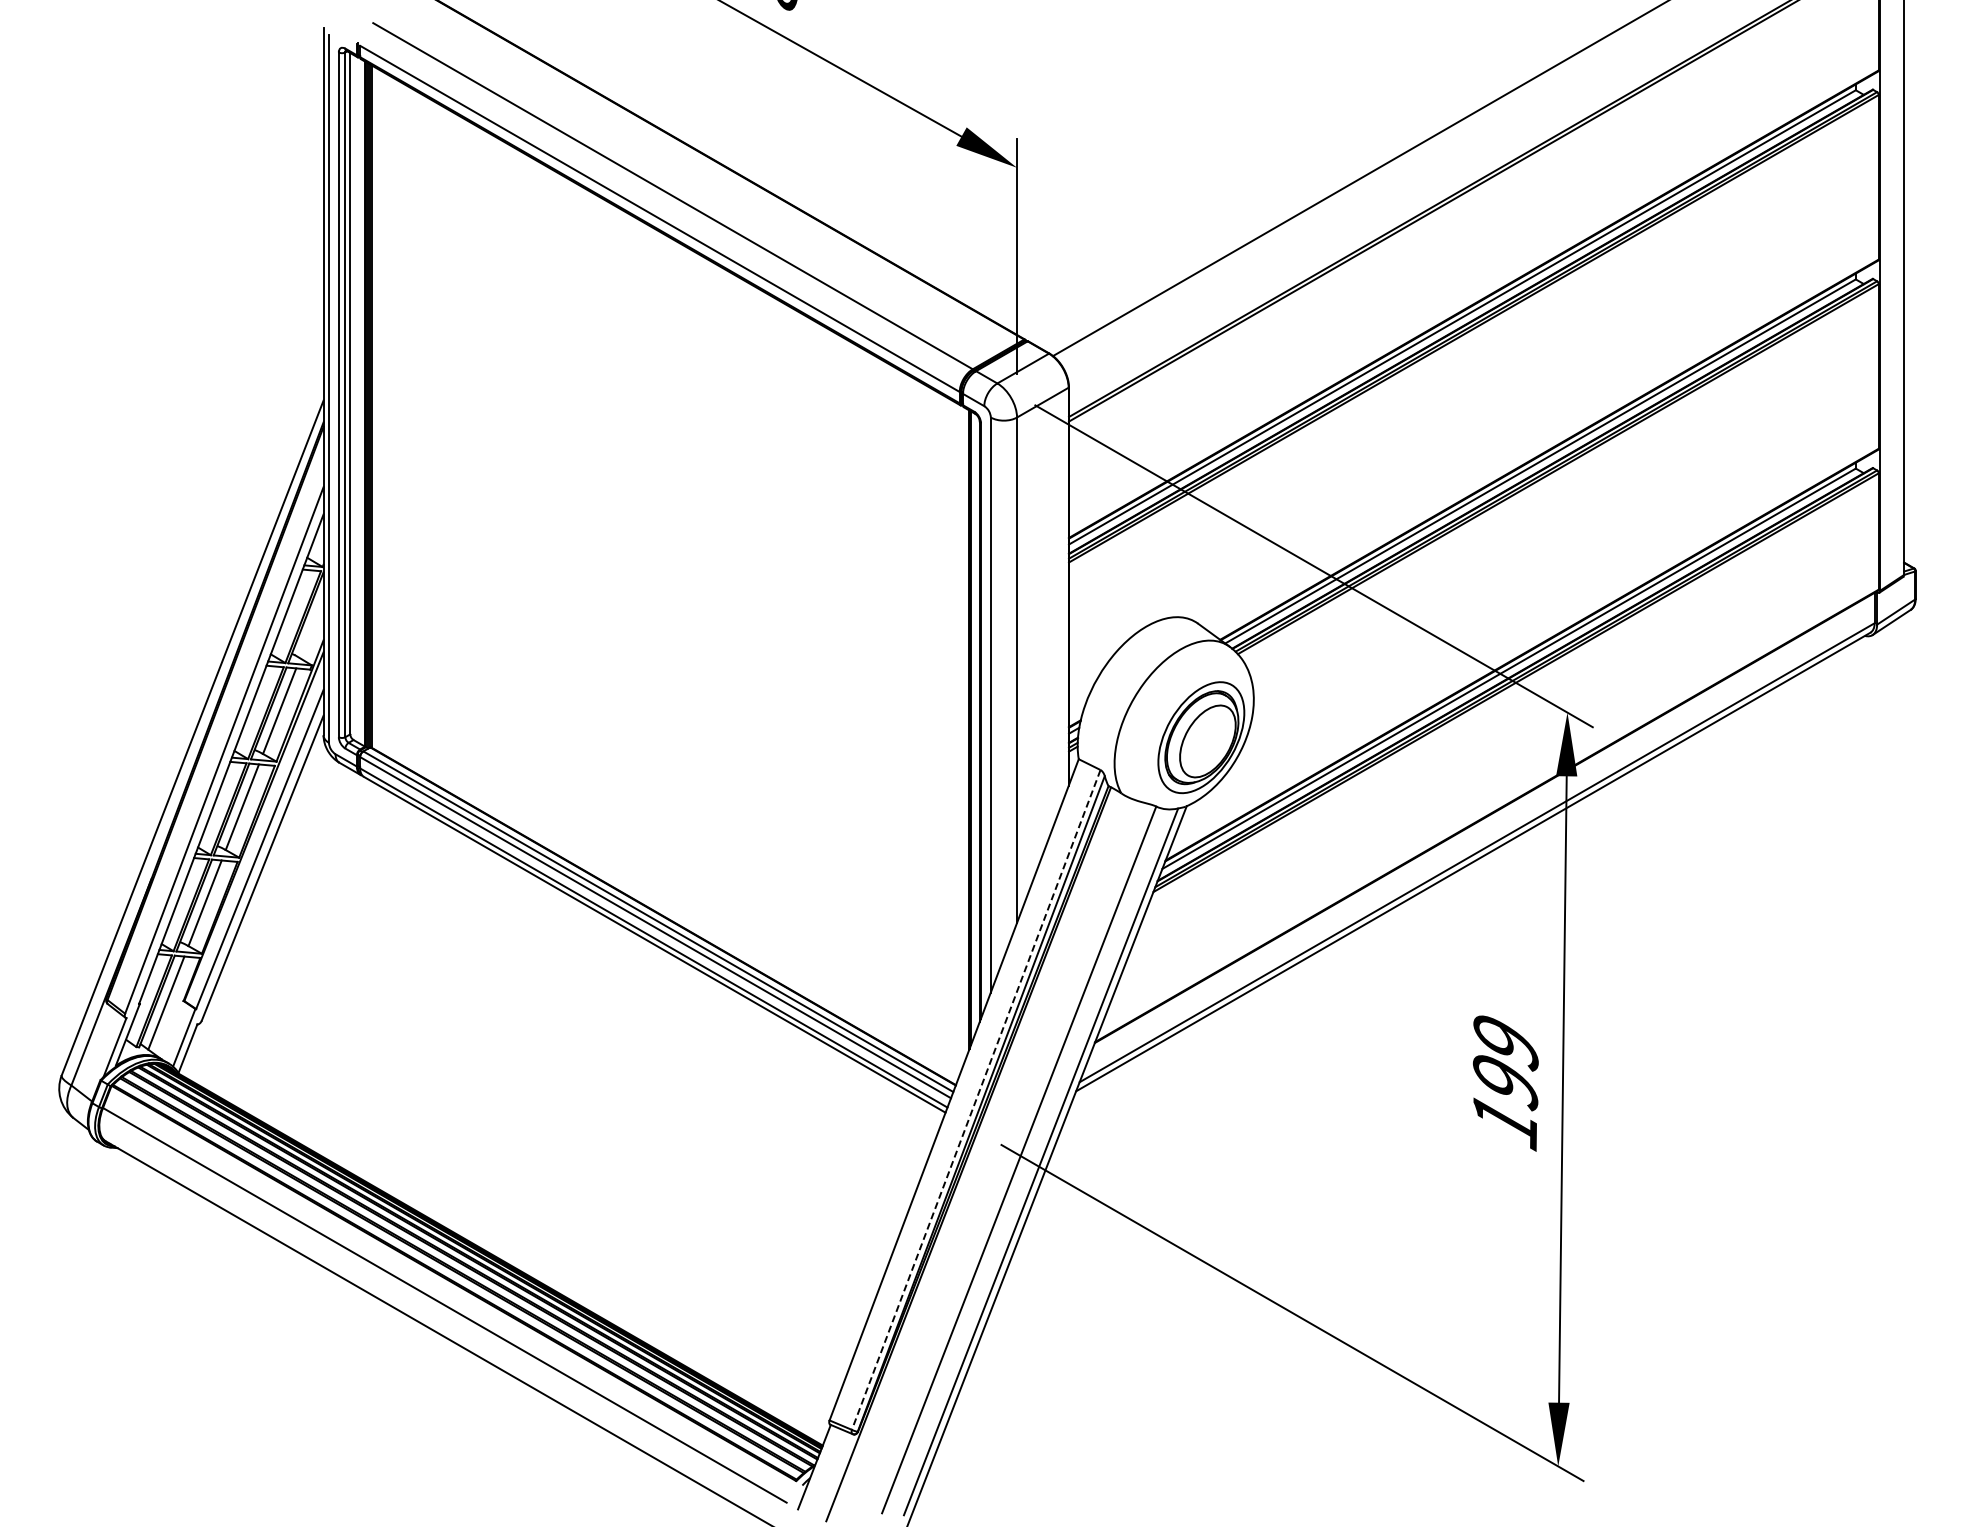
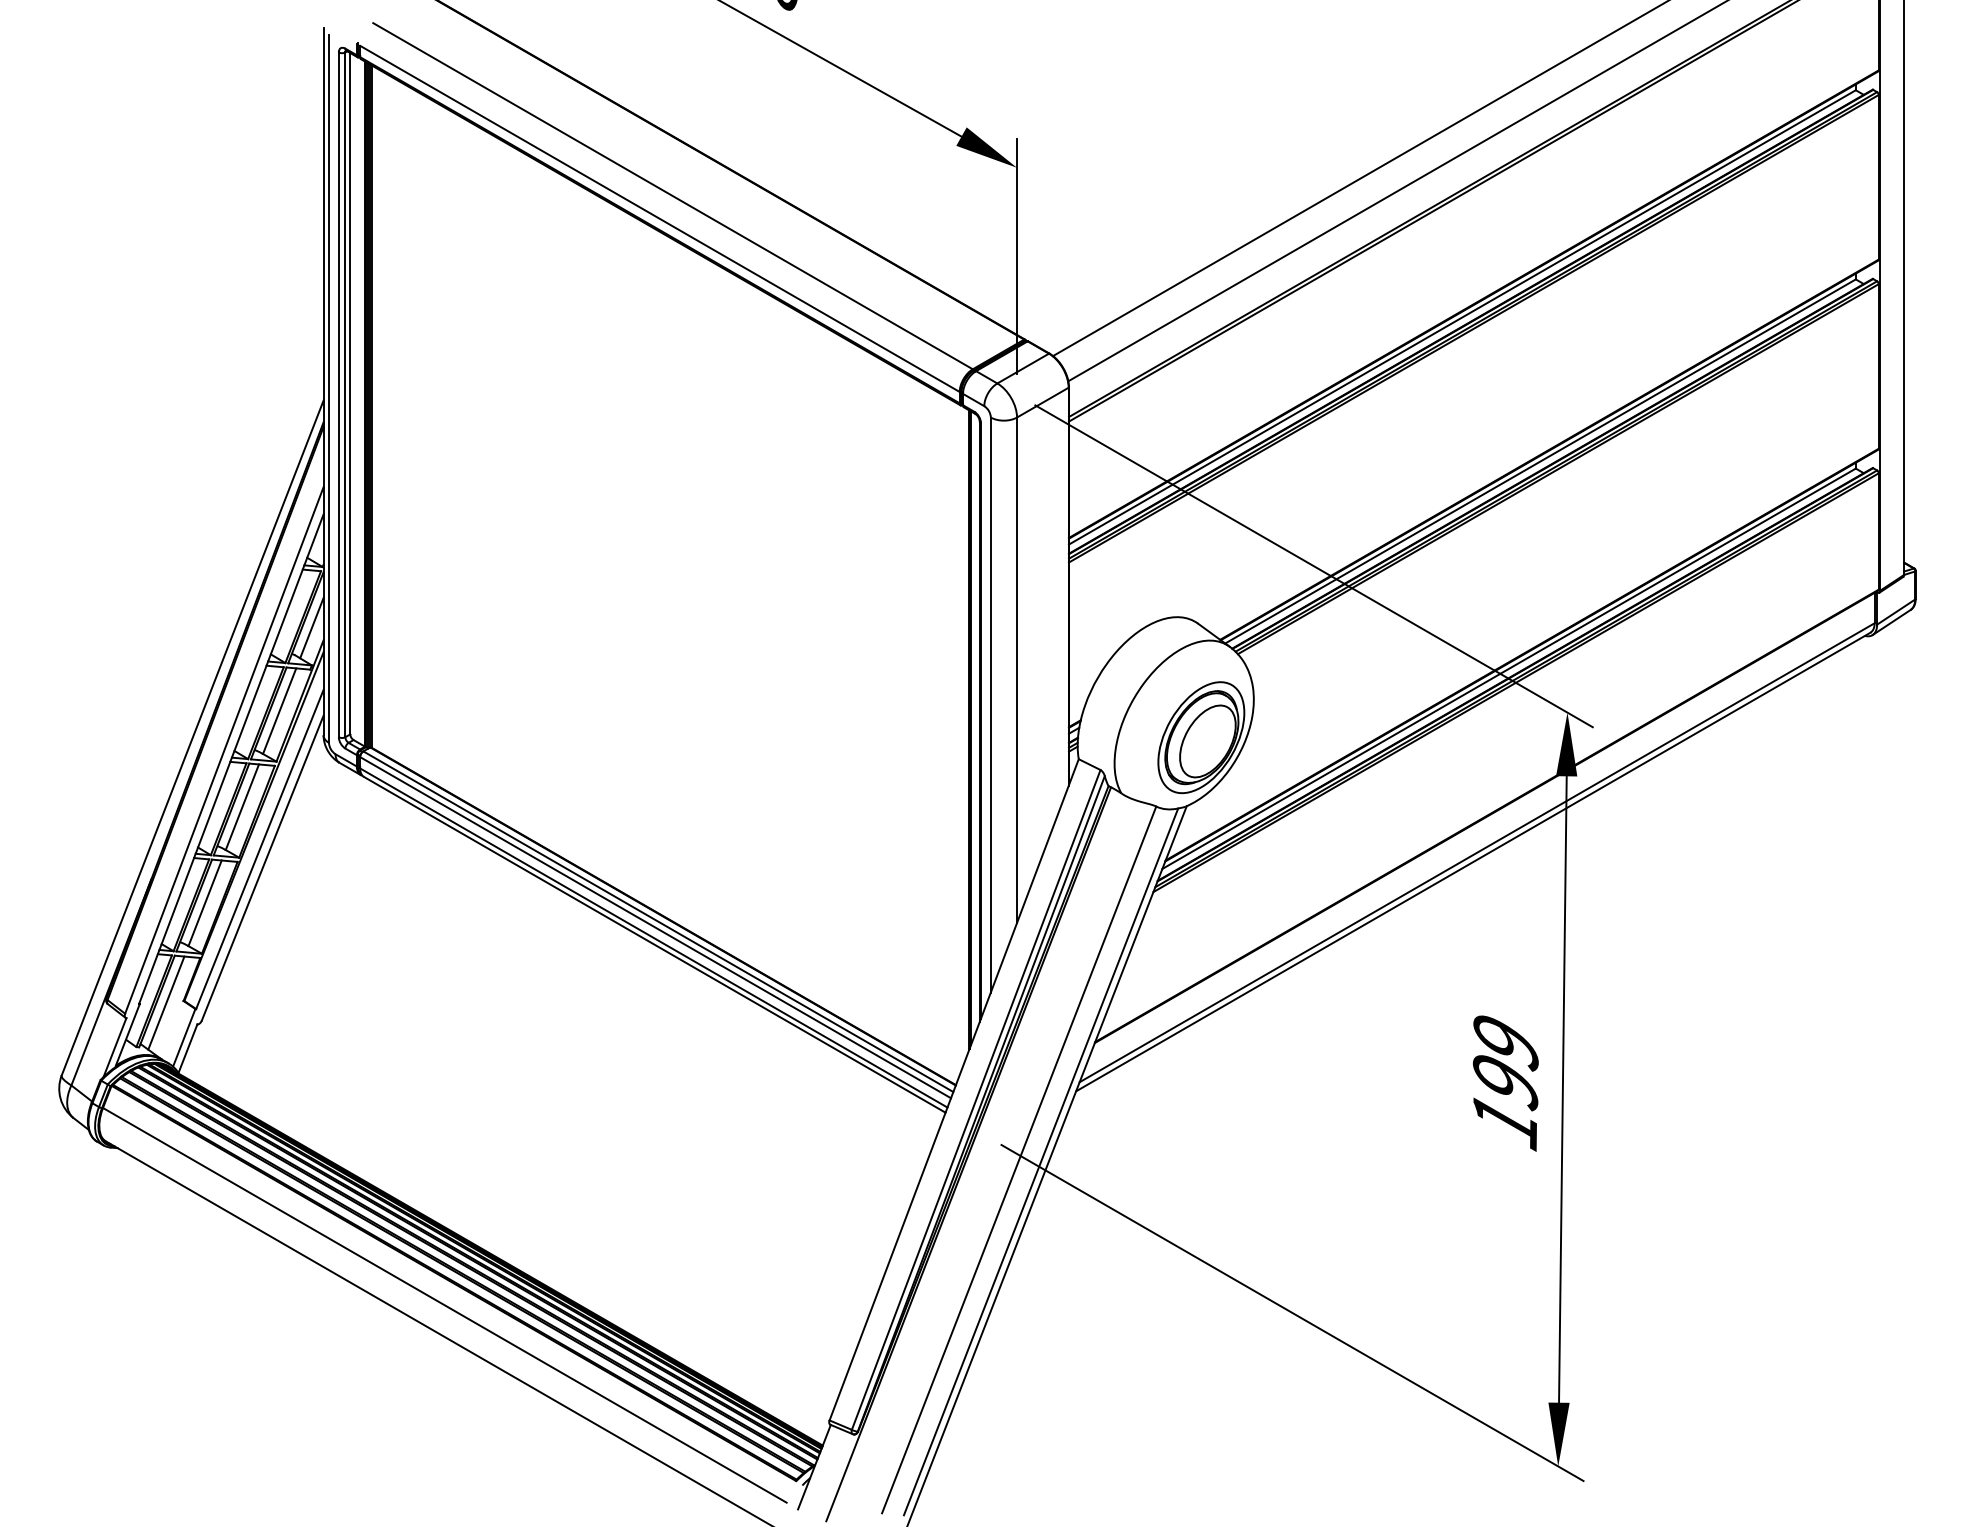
line at (1396, 191): none -> present
line at (311, 628): none -> present
line at (976, 1099): dashed -> solid
